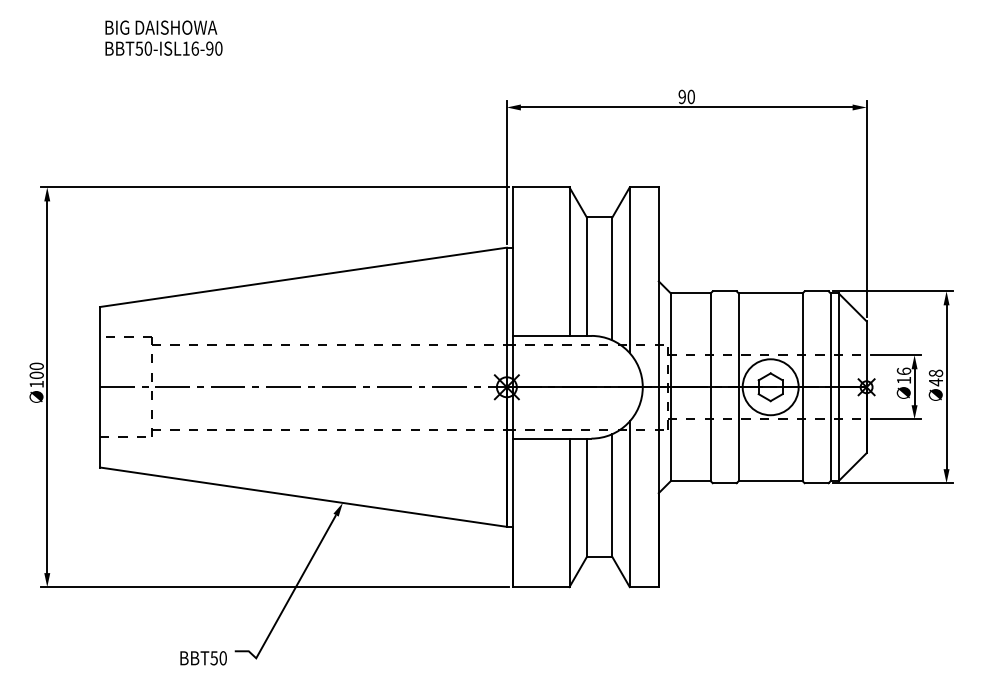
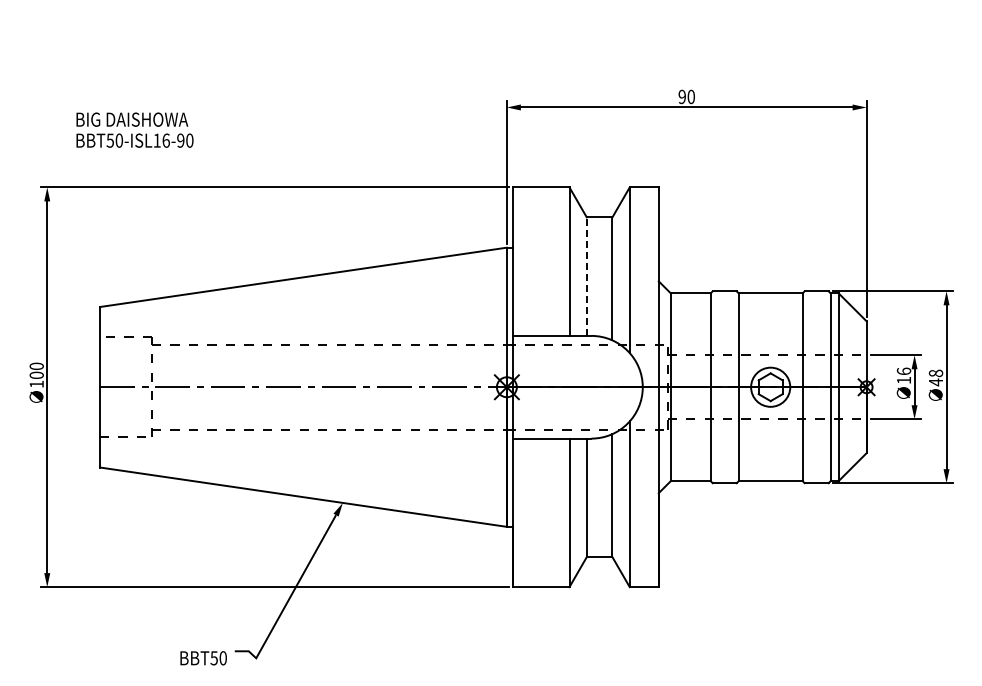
text at (163, 37) position: (163, 37) -> (134, 129)
line at (586, 276): solid -> dashed
circle at (770, 387) diameter: 56 px -> 39 px
